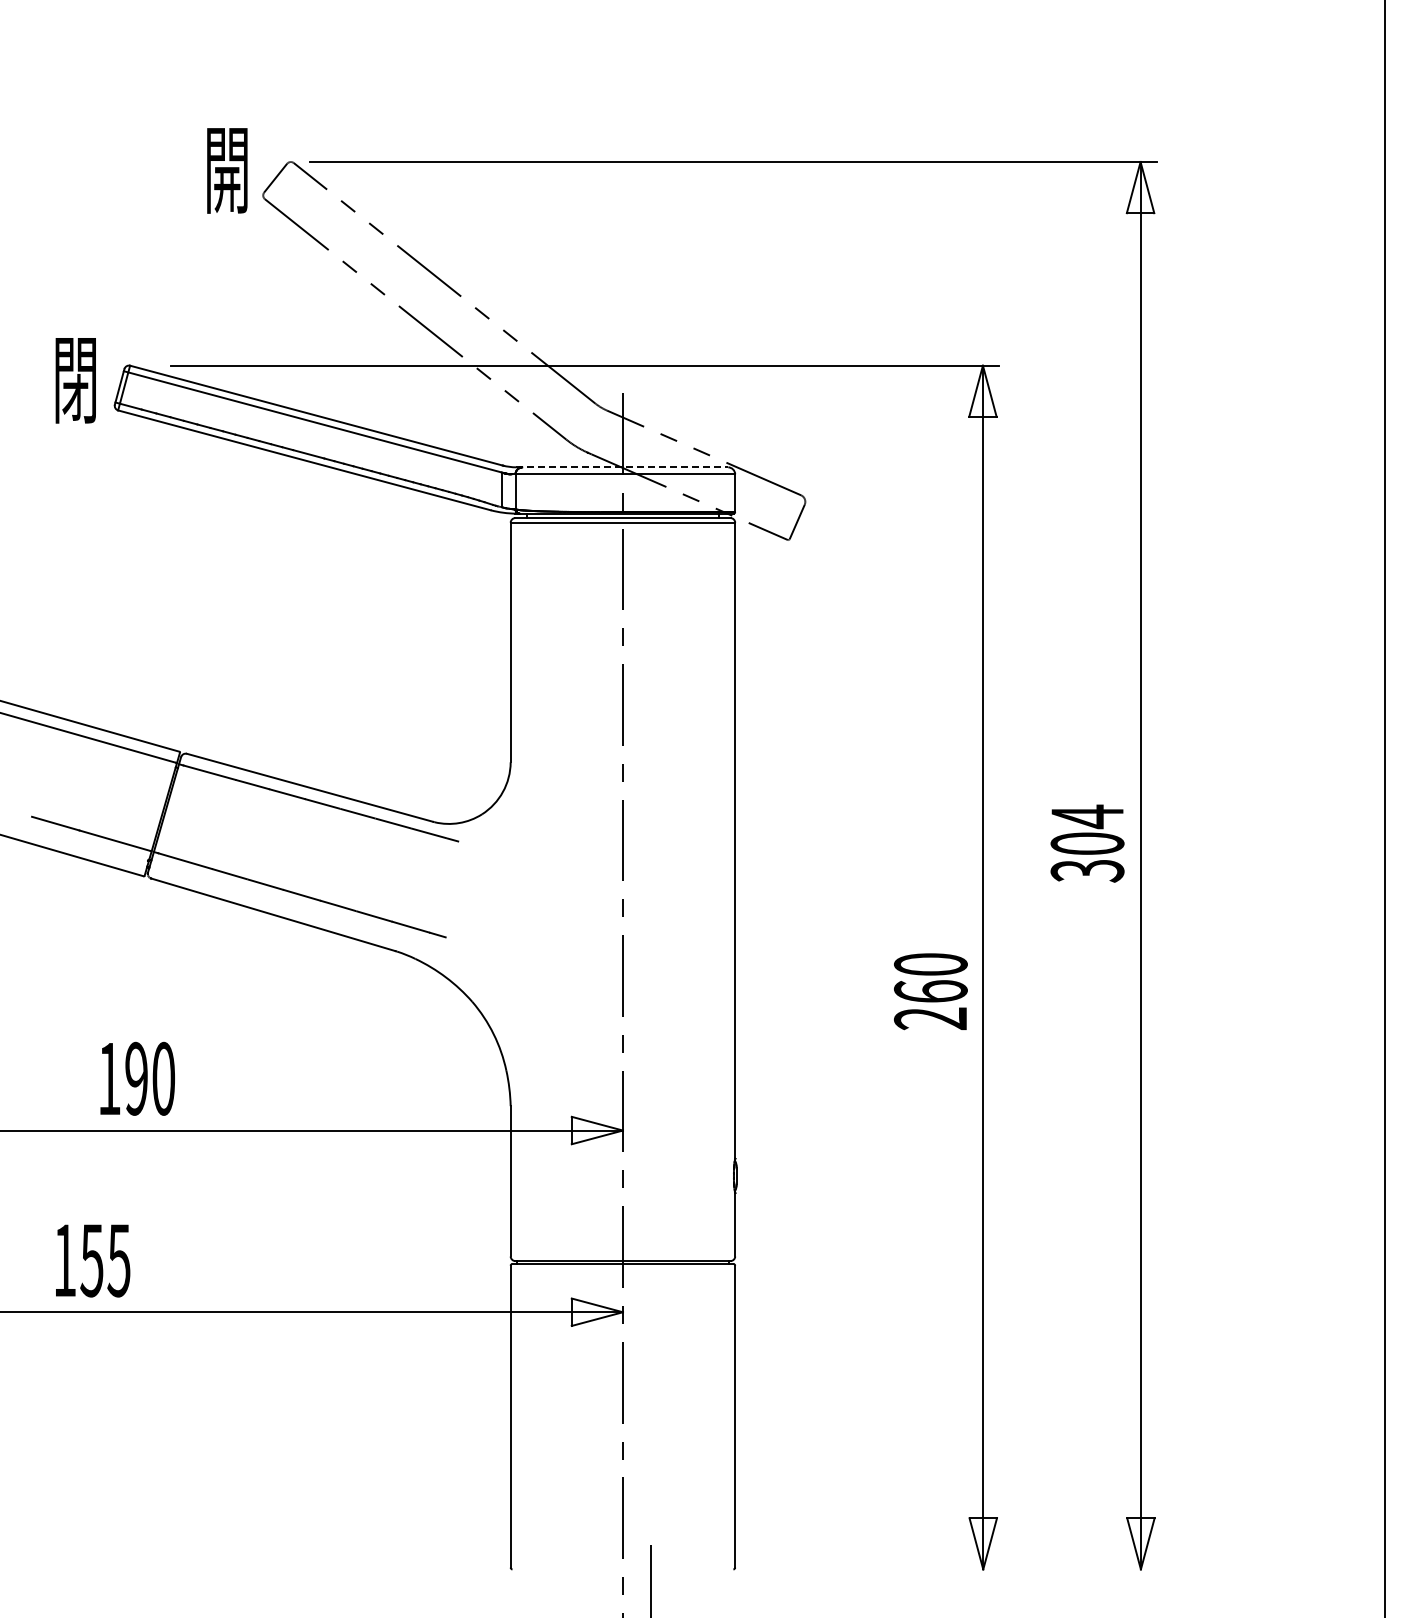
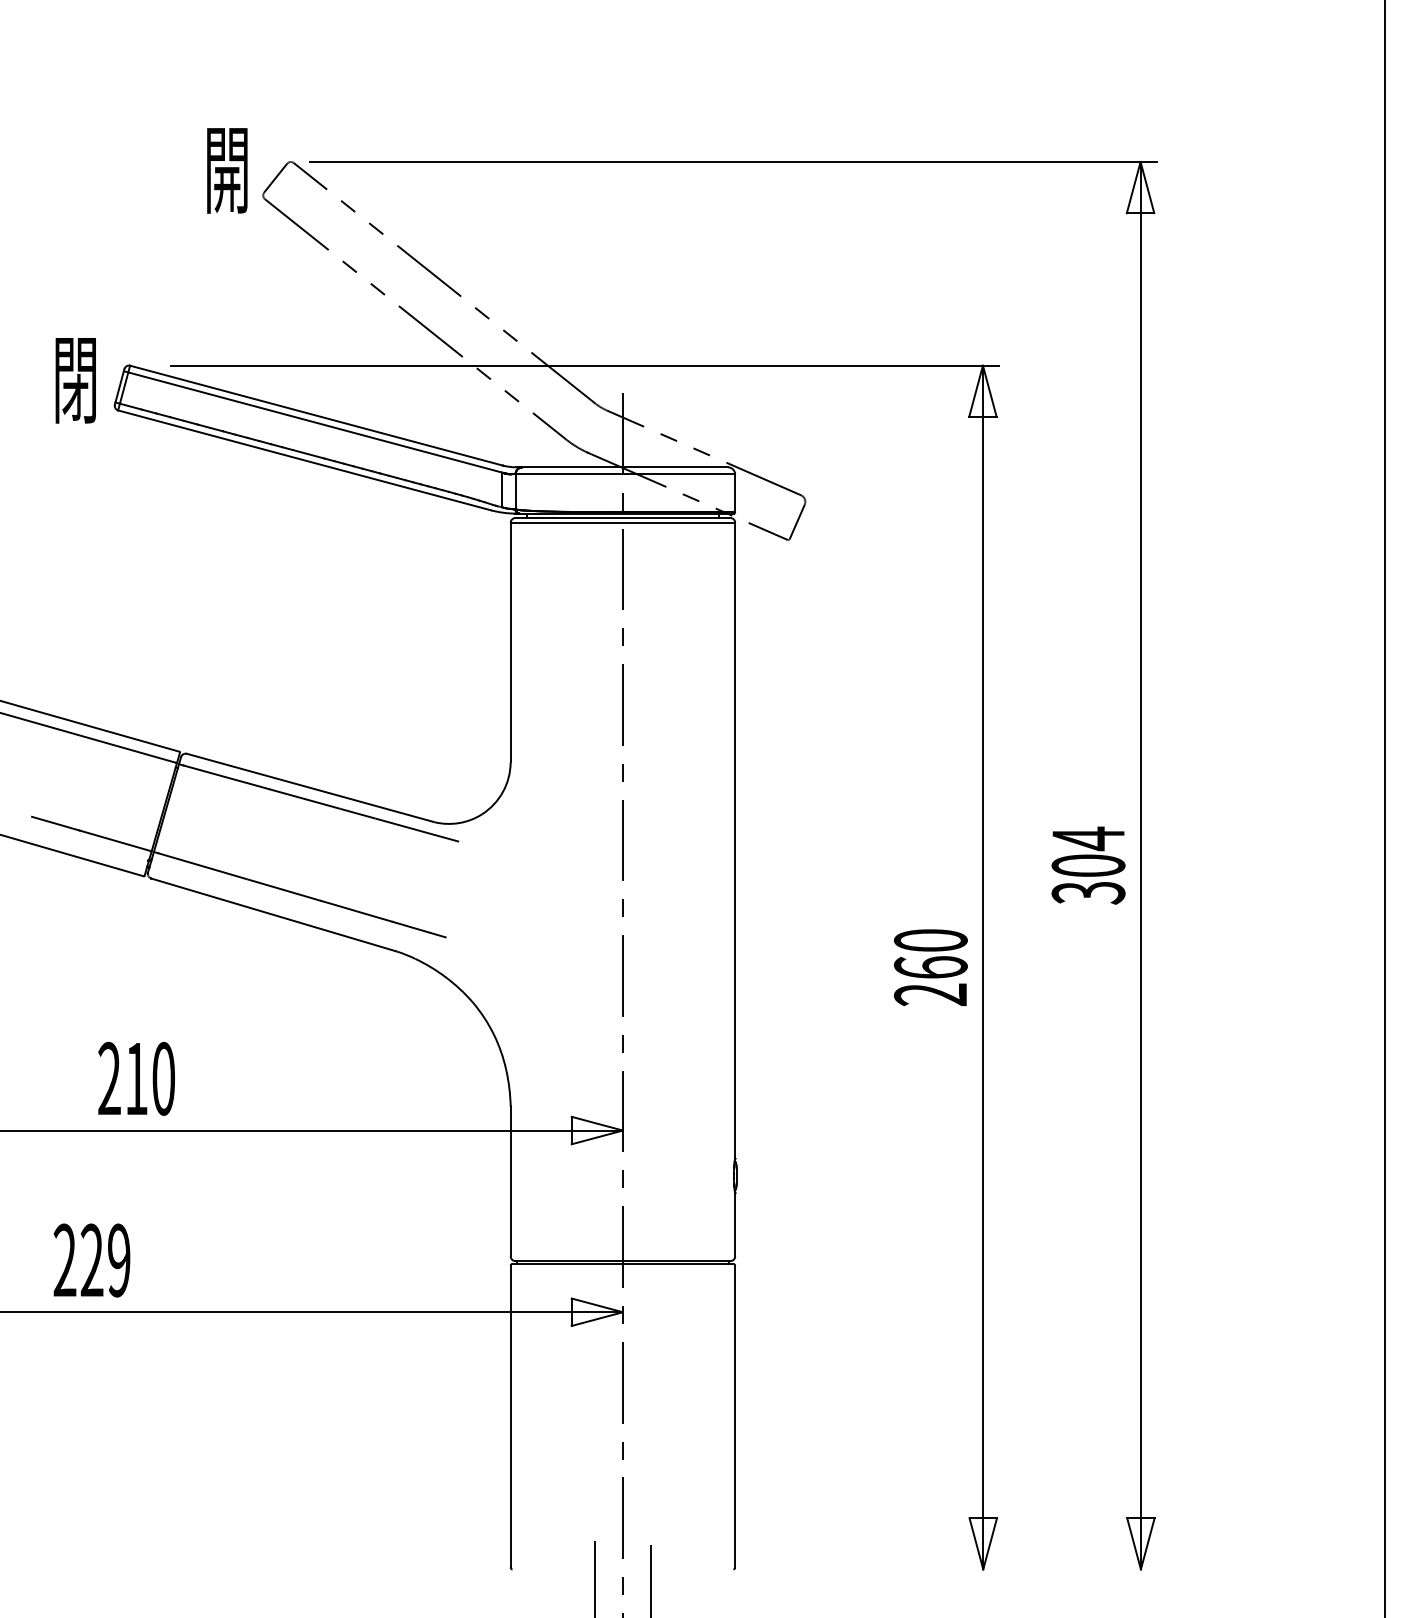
line at (622, 467): dashed -> solid
text at (1087, 843) position: (1087, 843) -> (1088, 865)
text at (930, 991) position: (930, 991) -> (930, 967)
text at (122, 1078): 190 -> 210
text at (91, 1260): 155 -> 229
line at (595, 1577): none -> present
